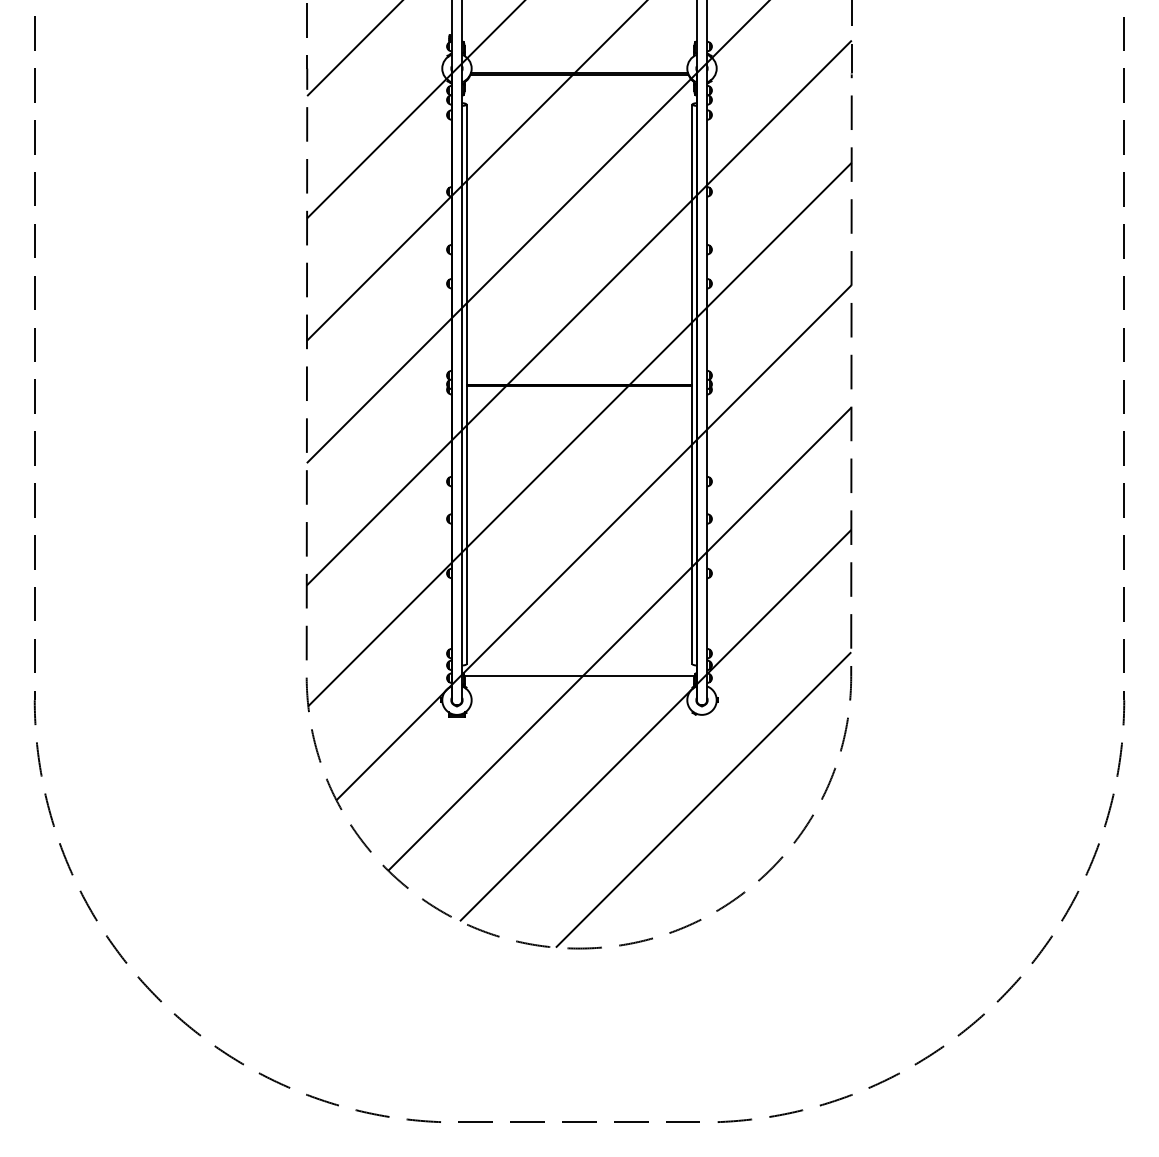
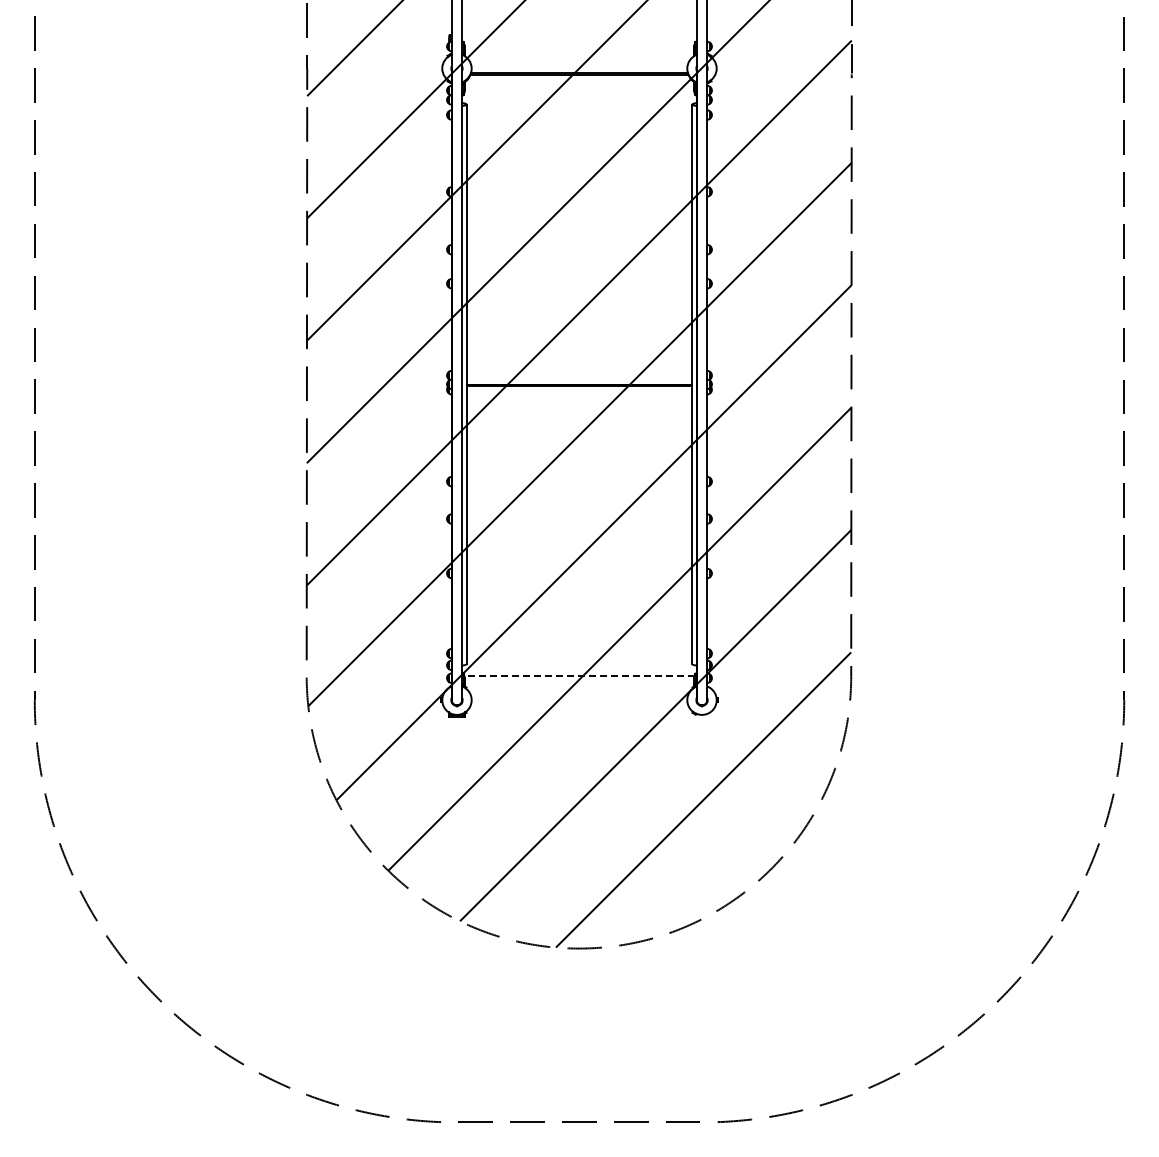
line at (579, 676): solid -> dashed
